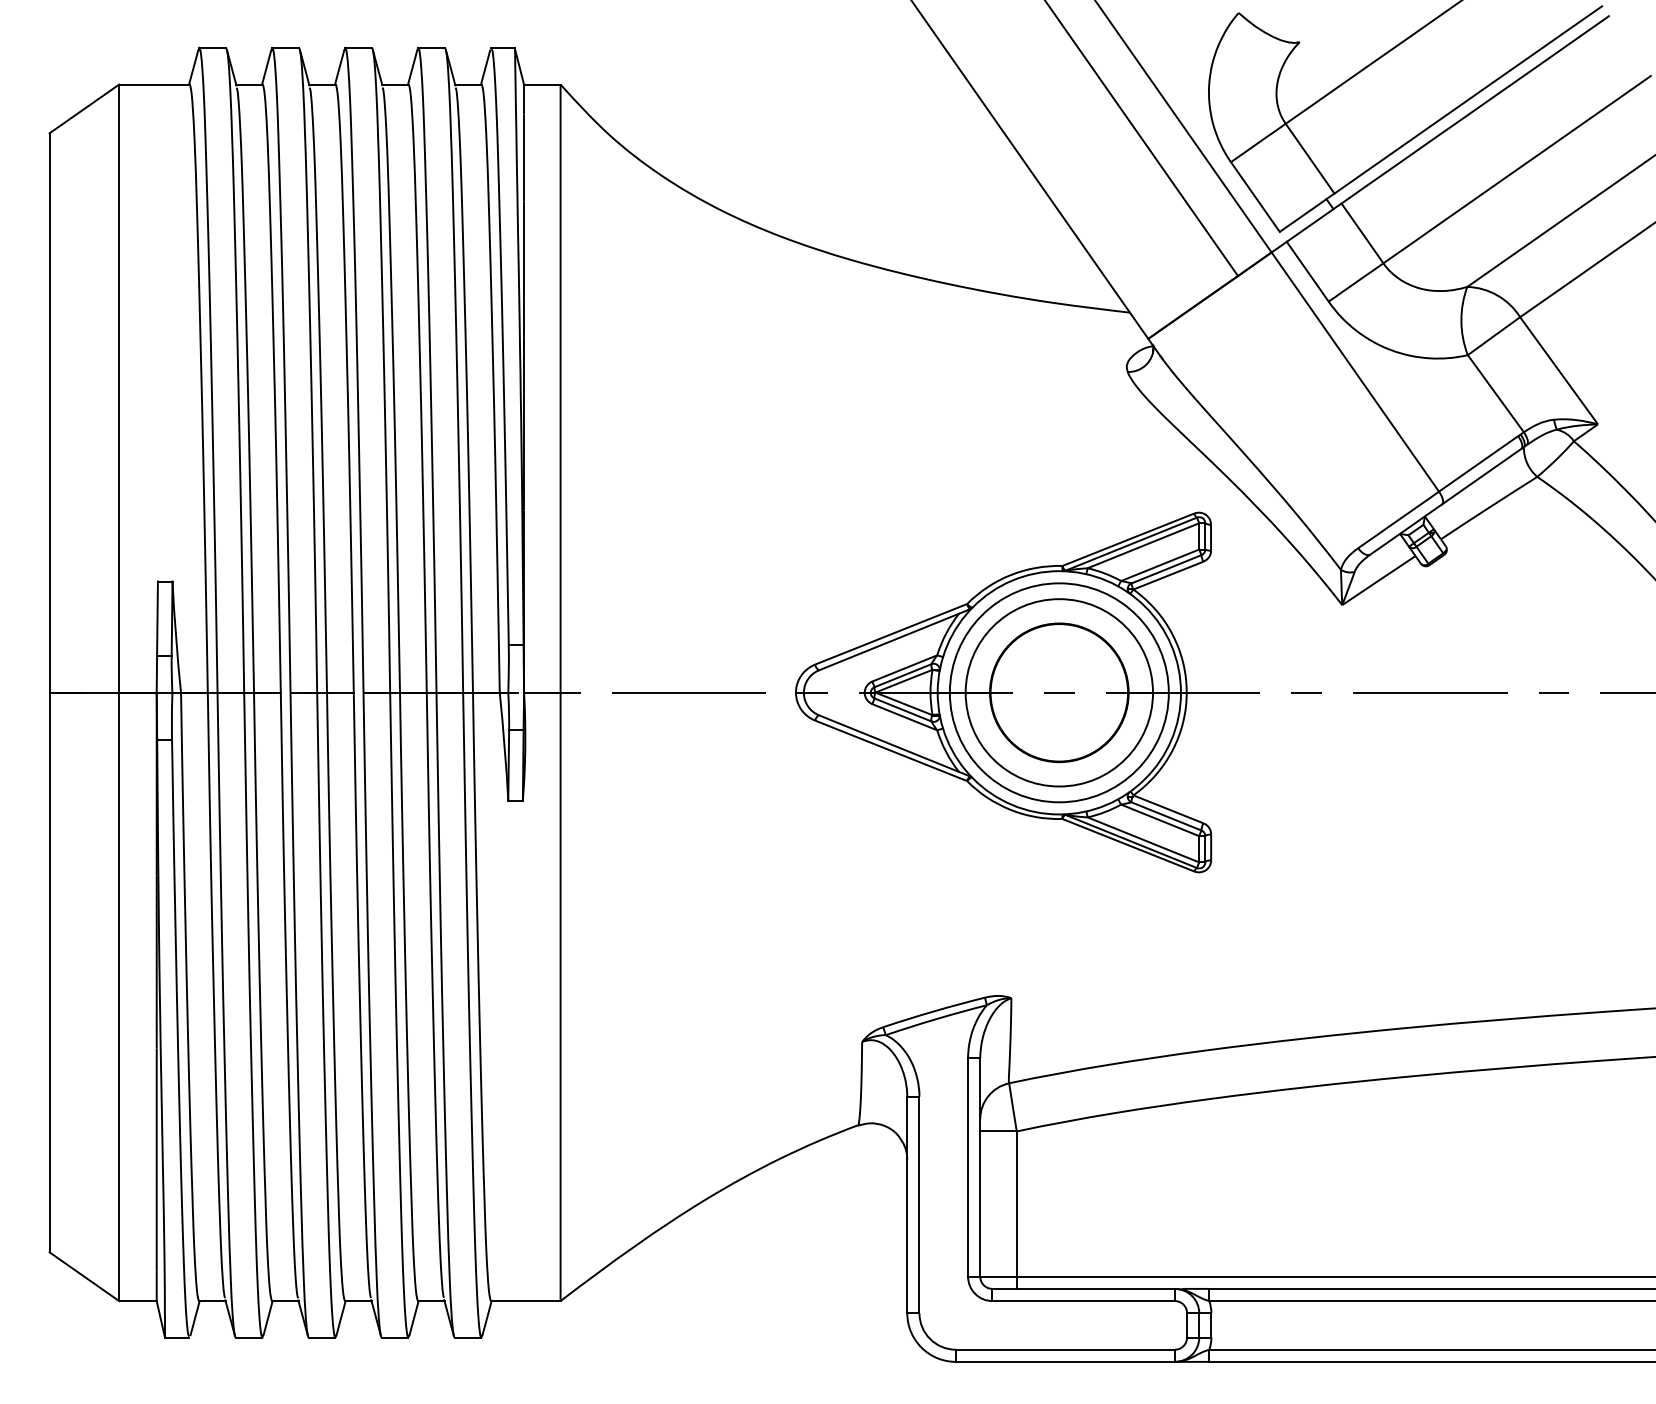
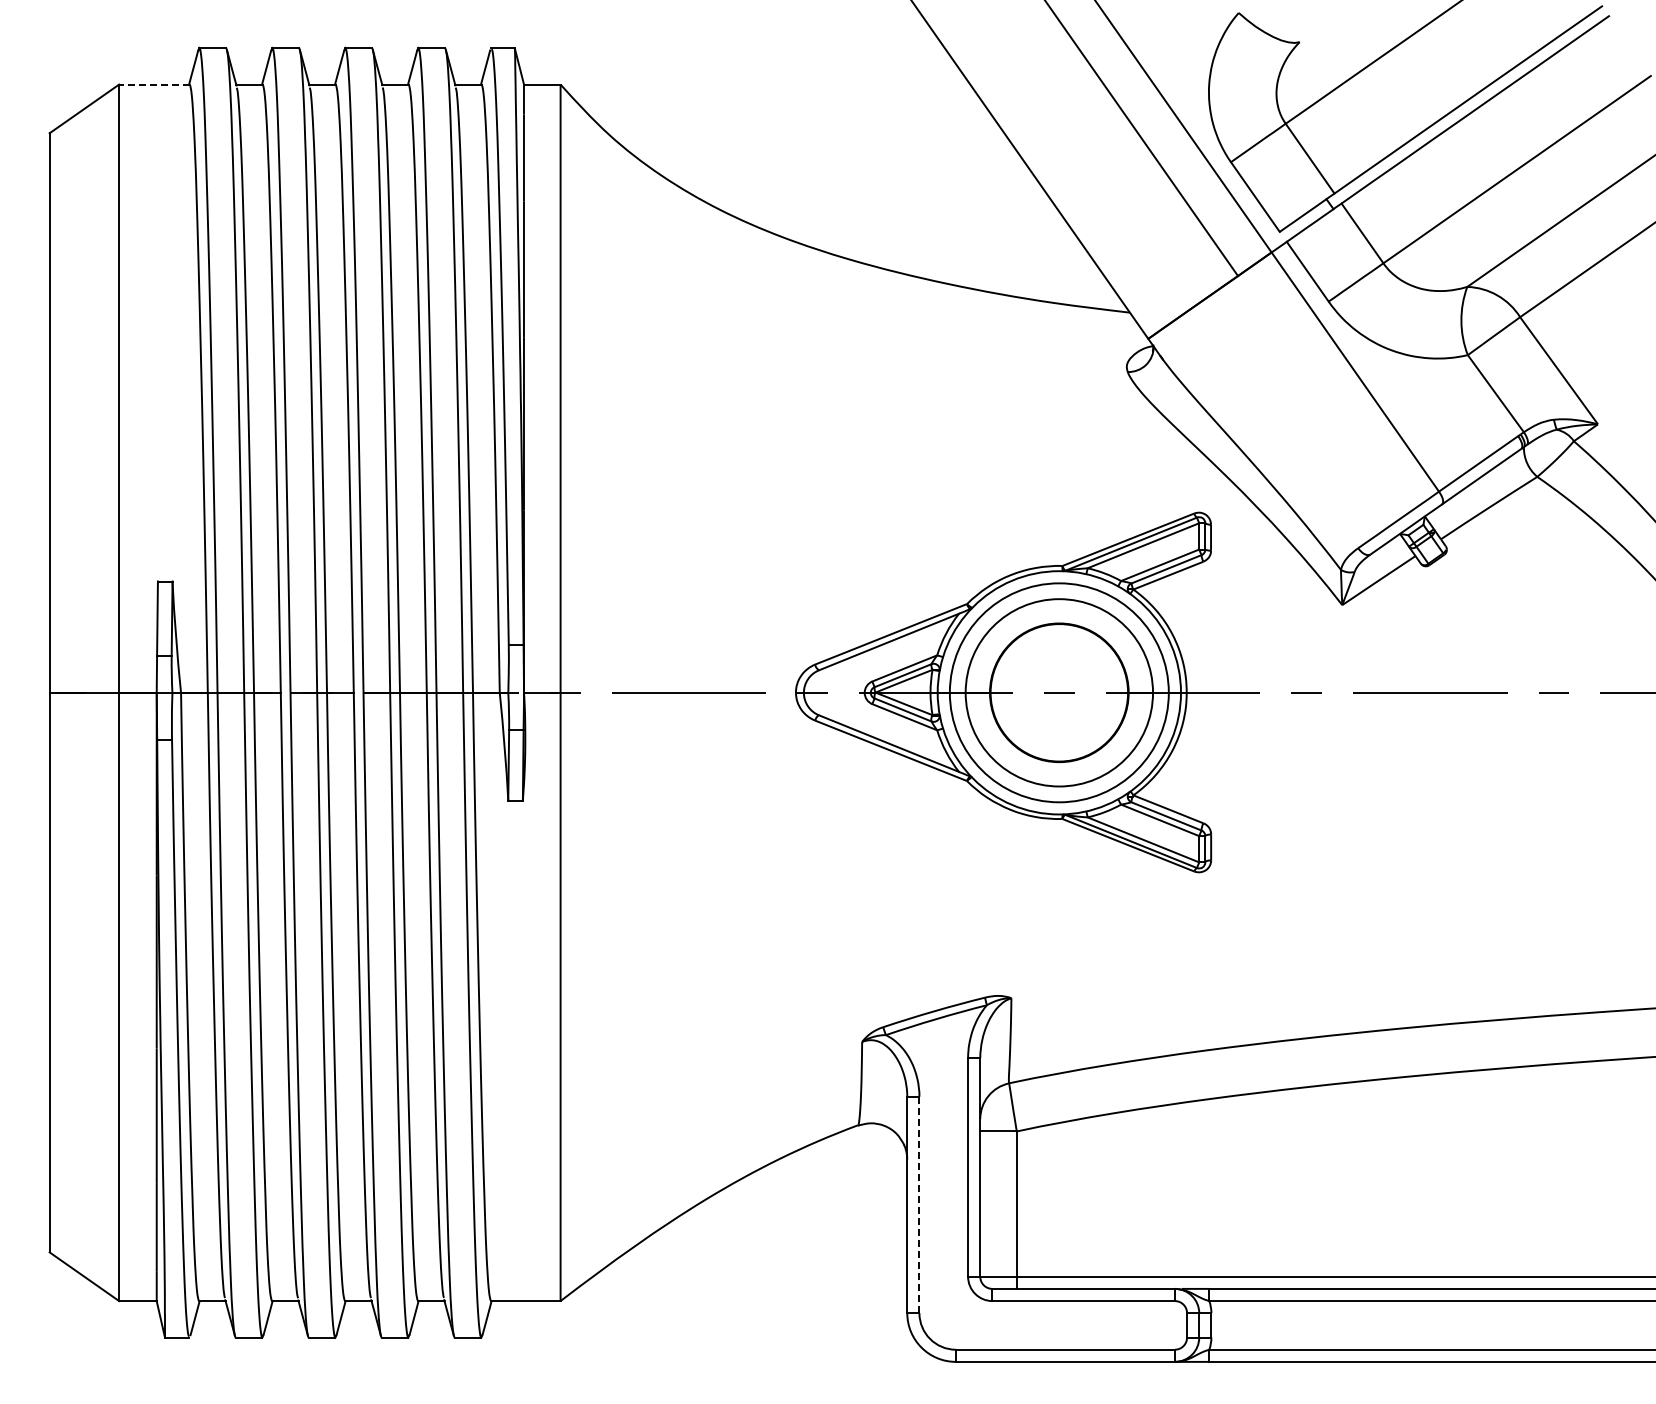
line at (153, 84): solid -> dashed
line at (919, 1204): solid -> dashed
